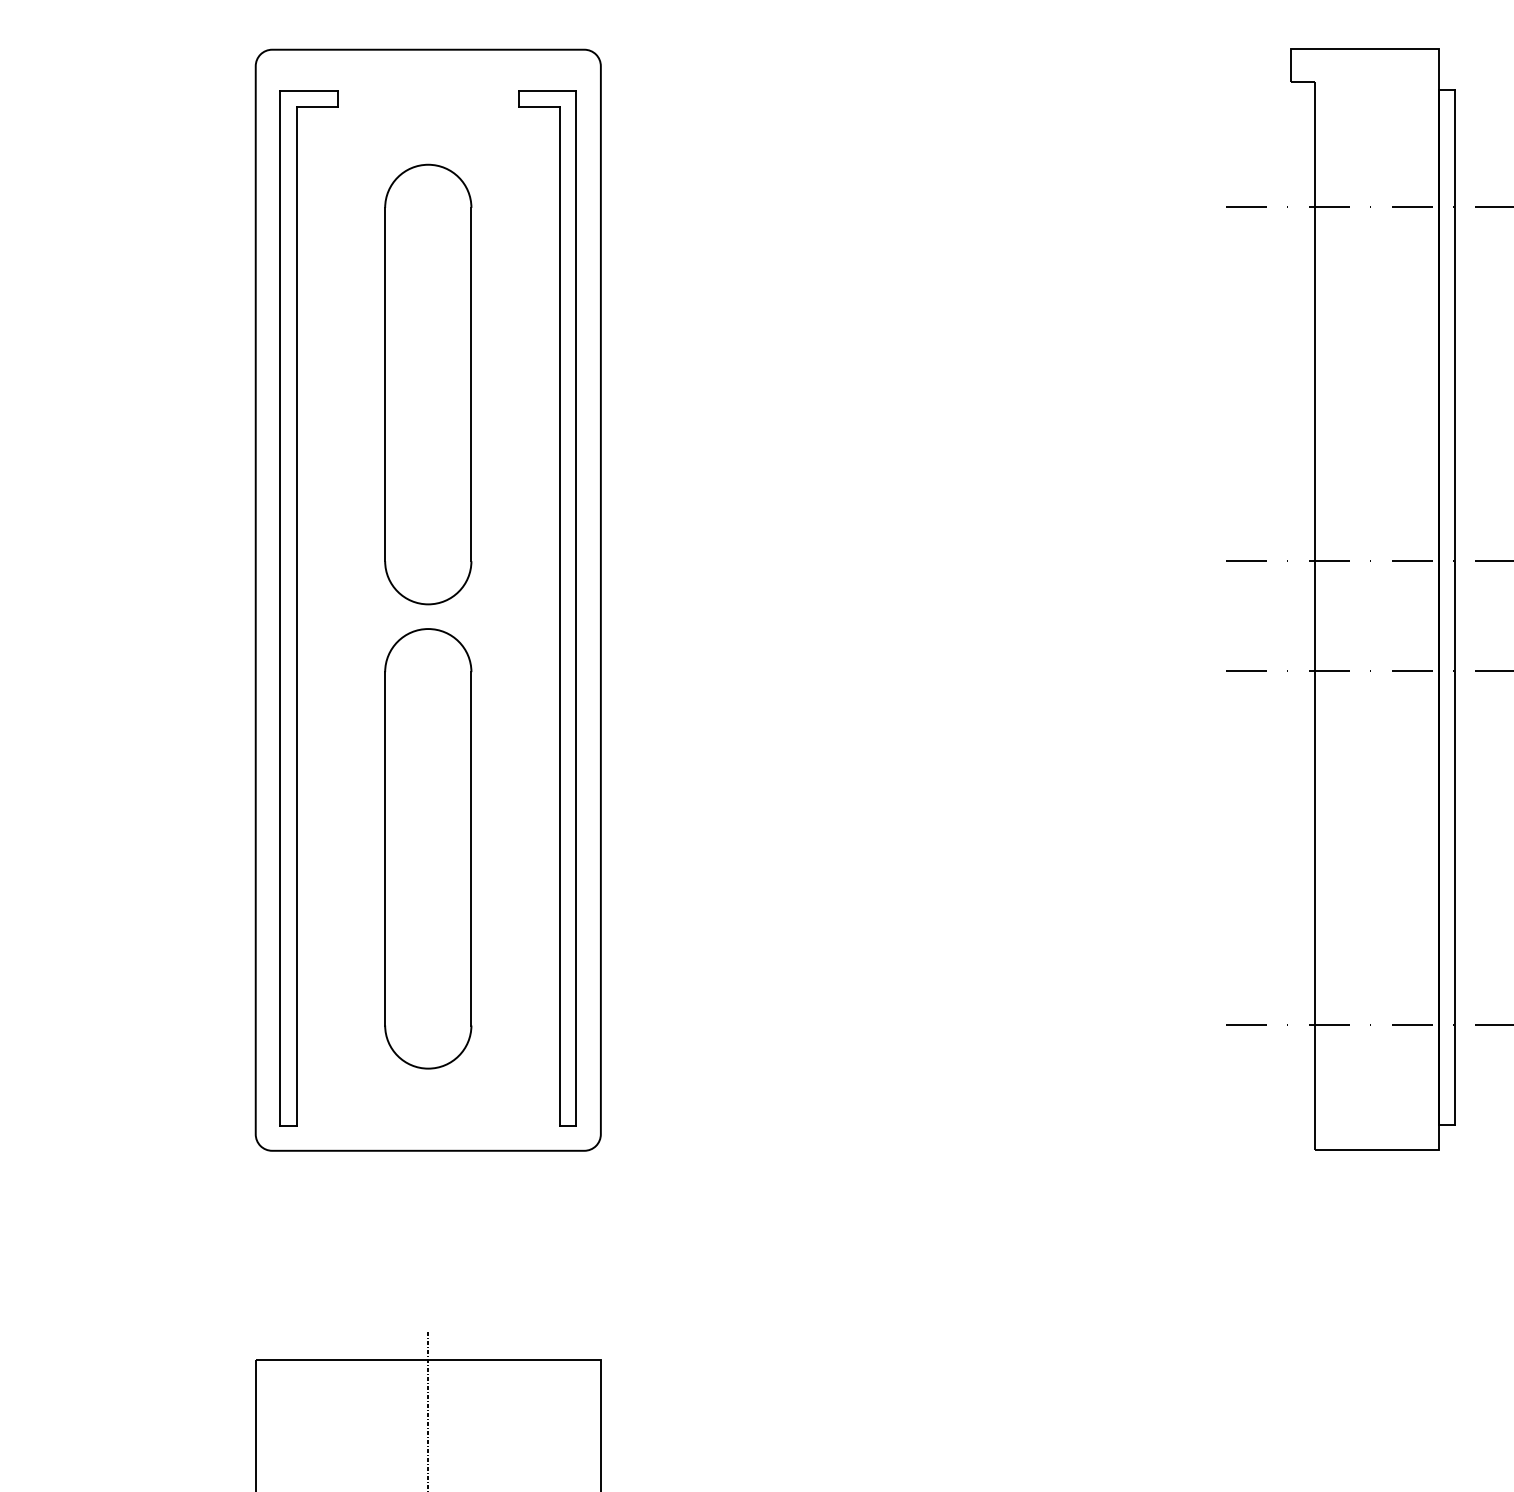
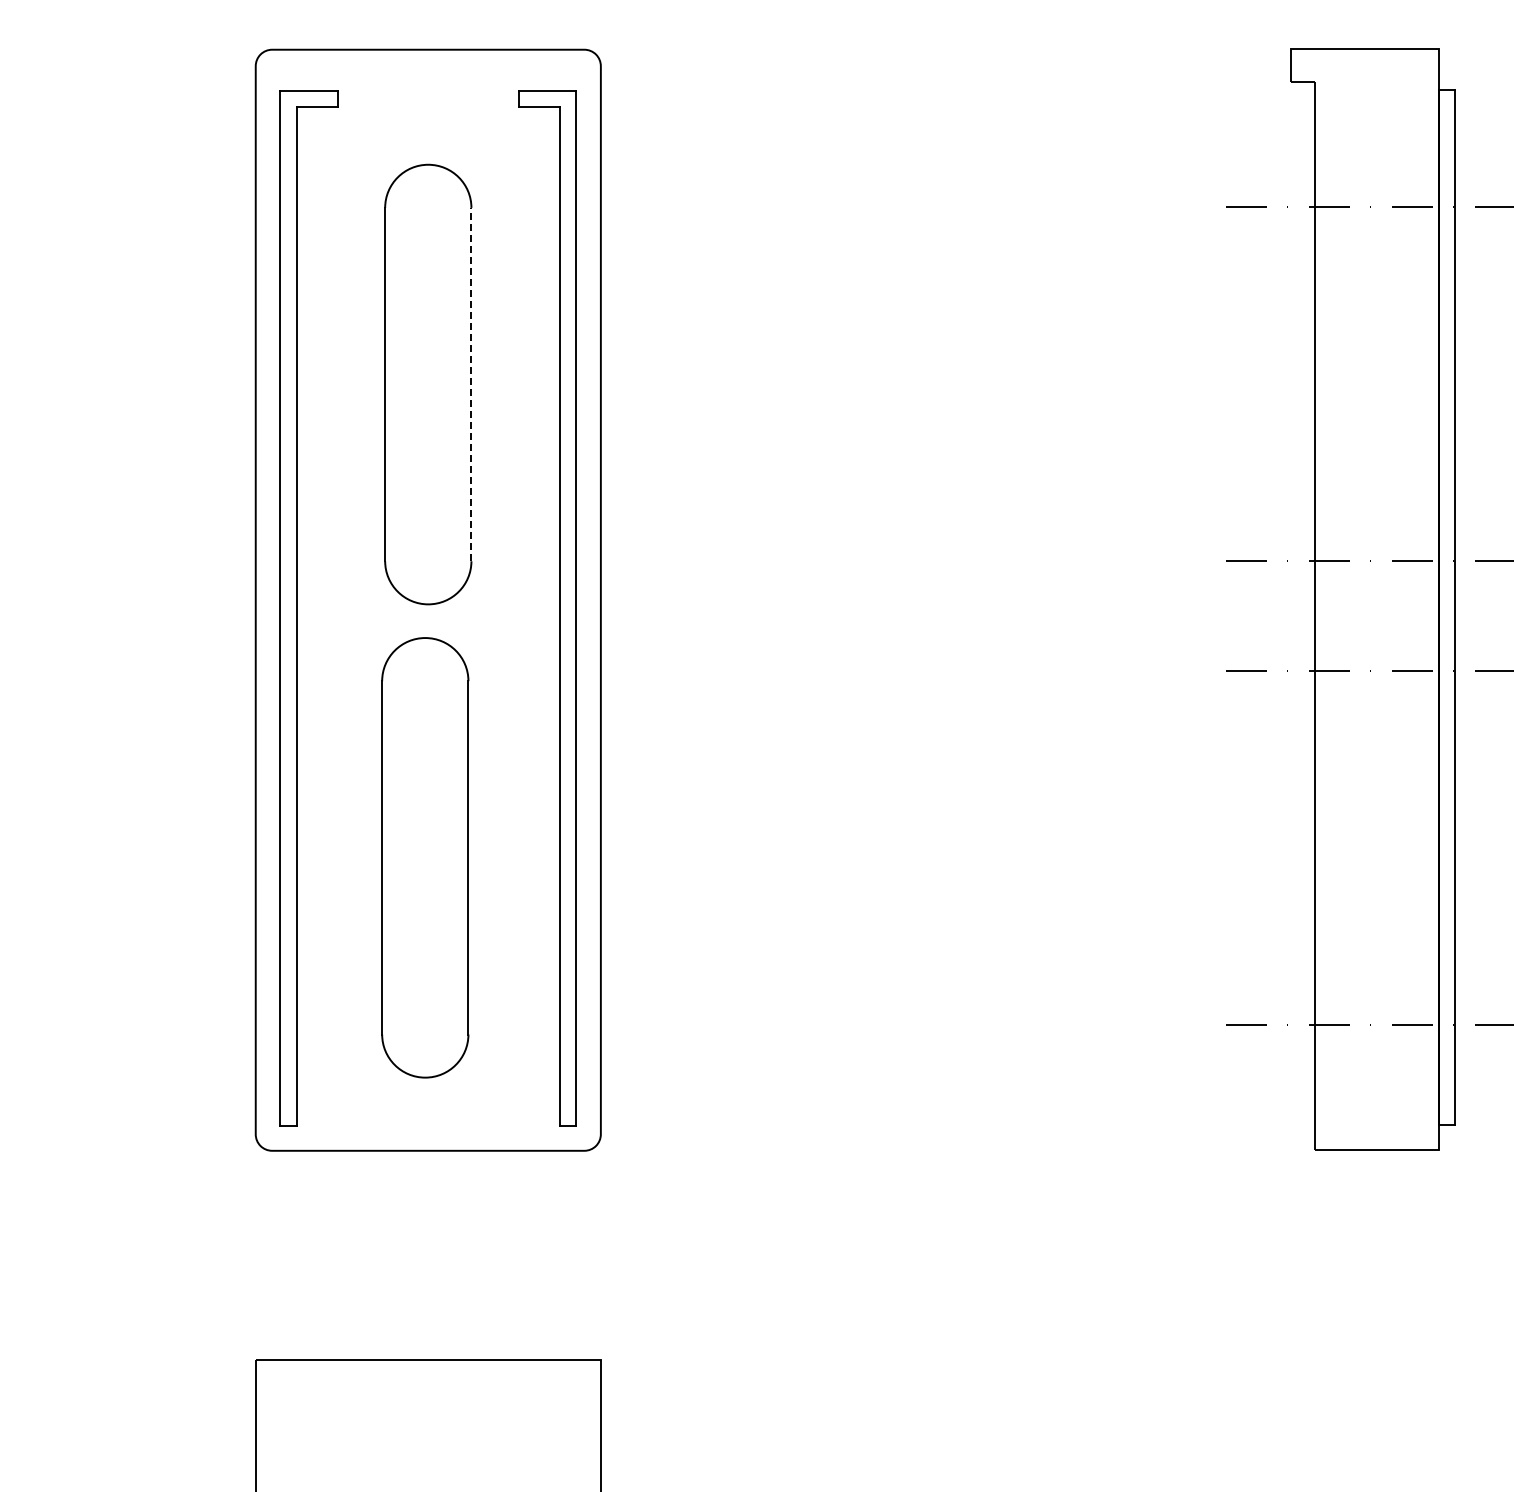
line at (471, 384): solid -> dashed
part at (428, 848) position: (428, 848) -> (425, 857)
line at (428, 1409): present -> none
